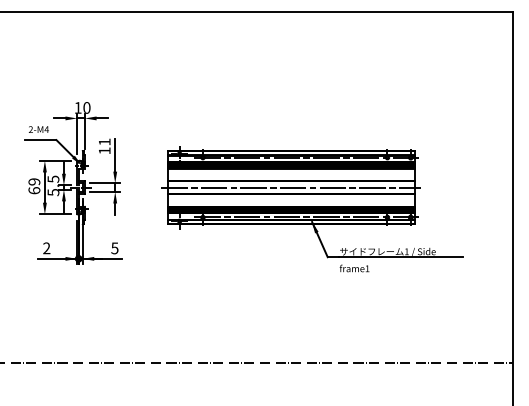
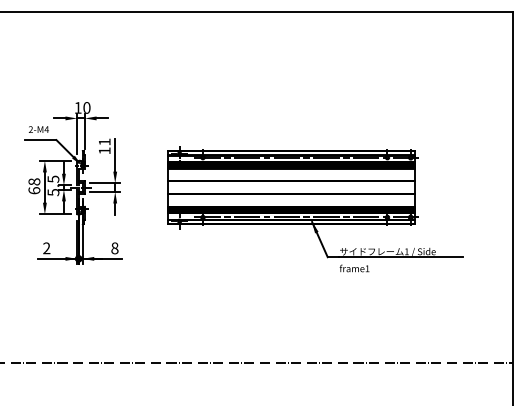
text at (34, 181): 69 -> 68
line at (291, 187): present -> none
text at (114, 248): 5 -> 8
